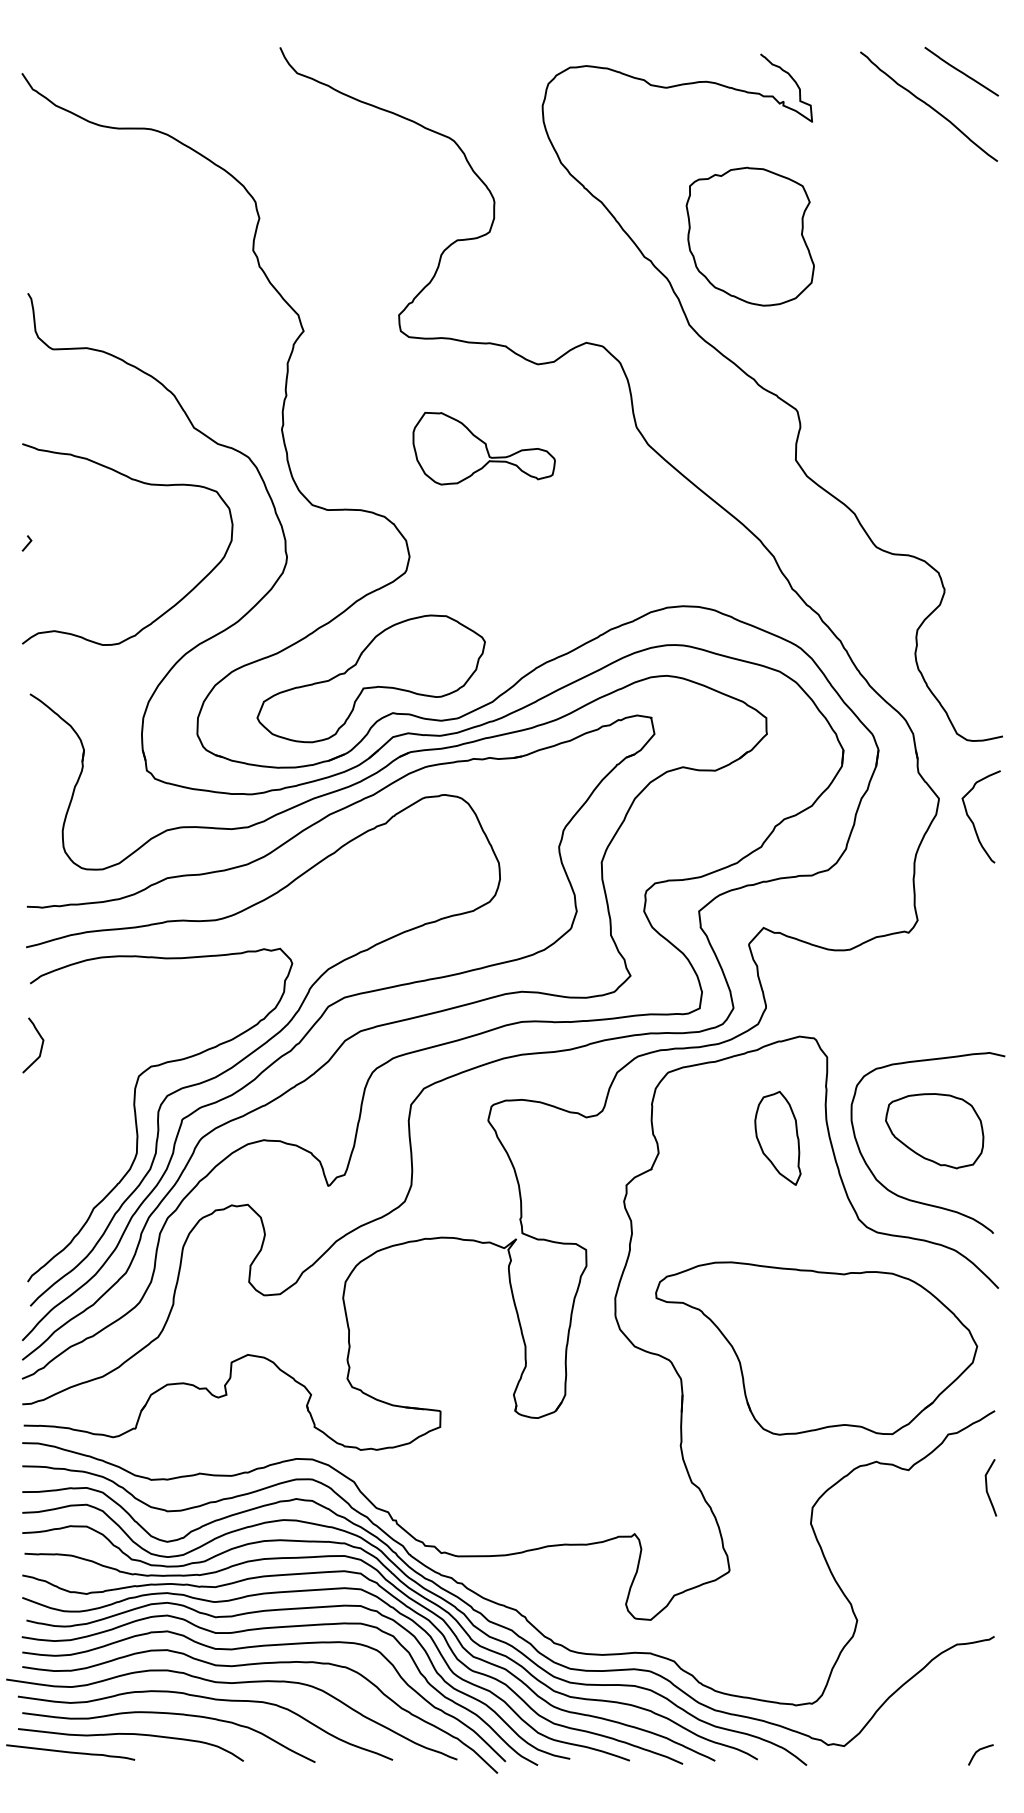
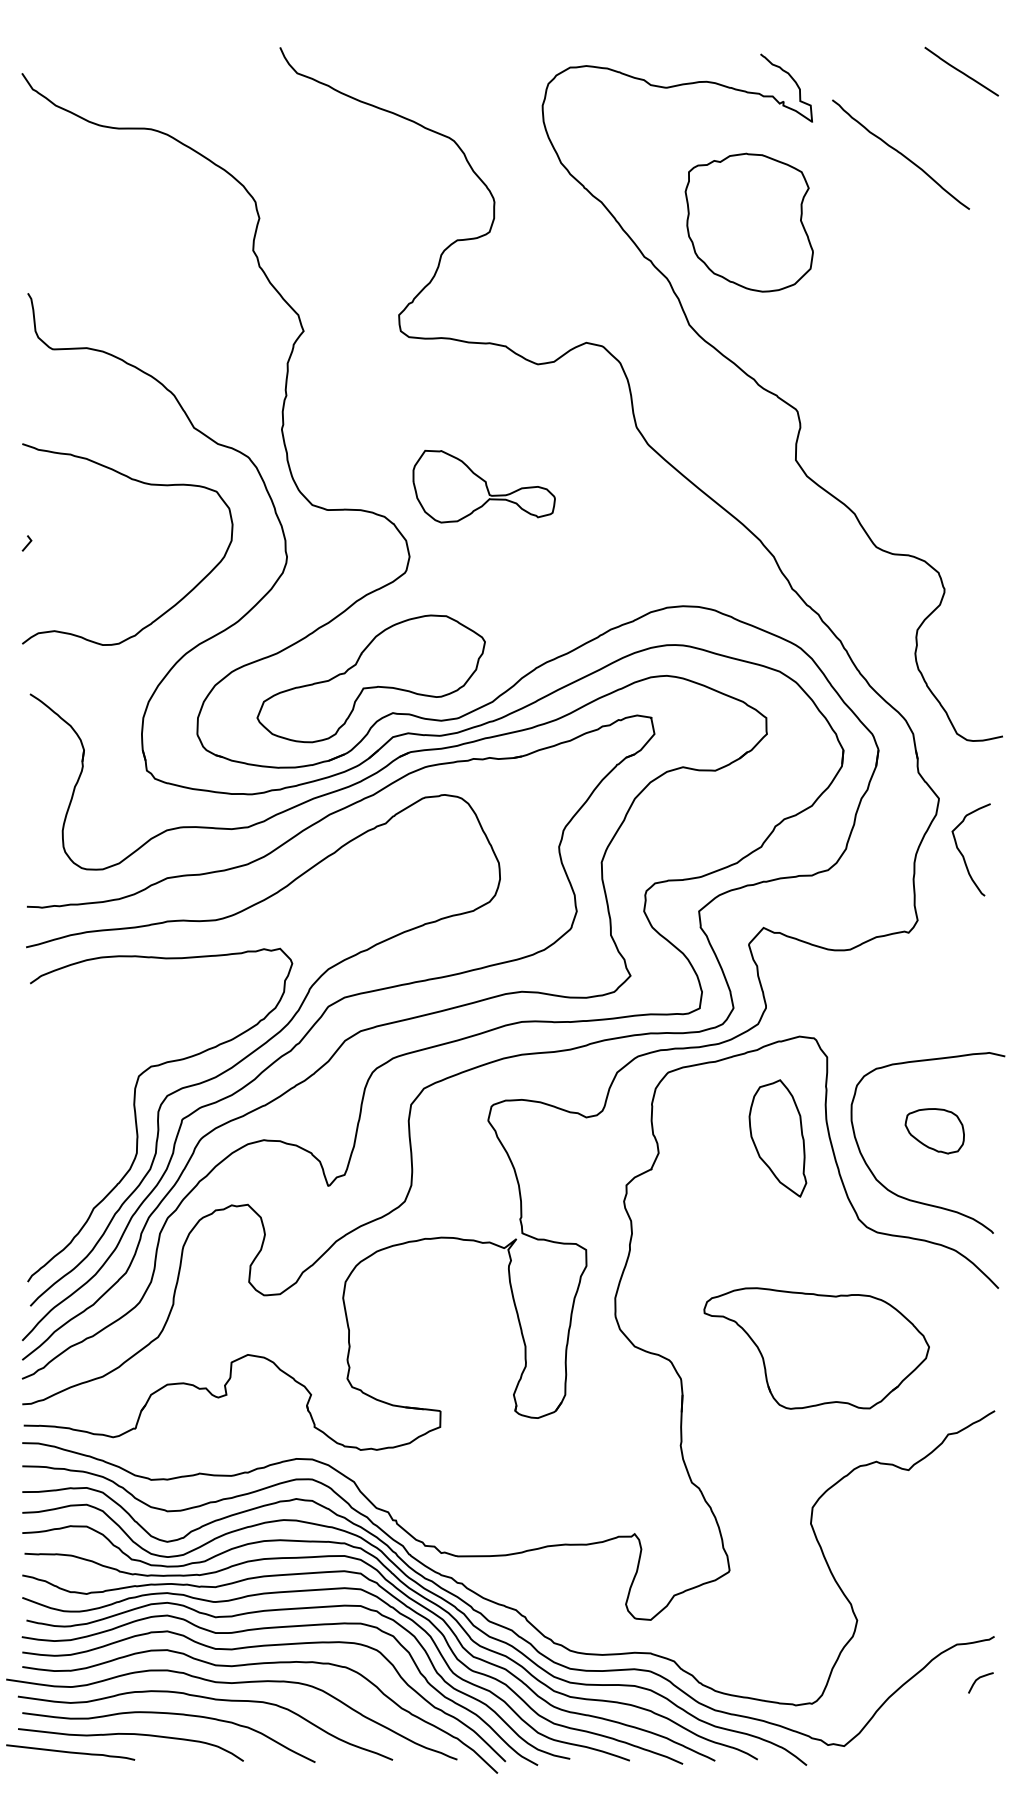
curve at (929, 106) position: (929, 106) -> (901, 154)
part at (749, 236) position: (749, 236) -> (748, 222)
part at (483, 448) position: (483, 448) -> (483, 486)
curve at (972, 820) position: (972, 820) -> (962, 853)
curve at (40, 1048): present -> none
part at (934, 1131) size: 100x77 px -> 61x47 px
part at (777, 1137) size: 48x96 px -> 60x119 px
part at (816, 1348) size: 324x175 px -> 227x123 px
line at (987, 1487): present -> none
curve at (978, 1751) position: (978, 1751) -> (978, 1679)
